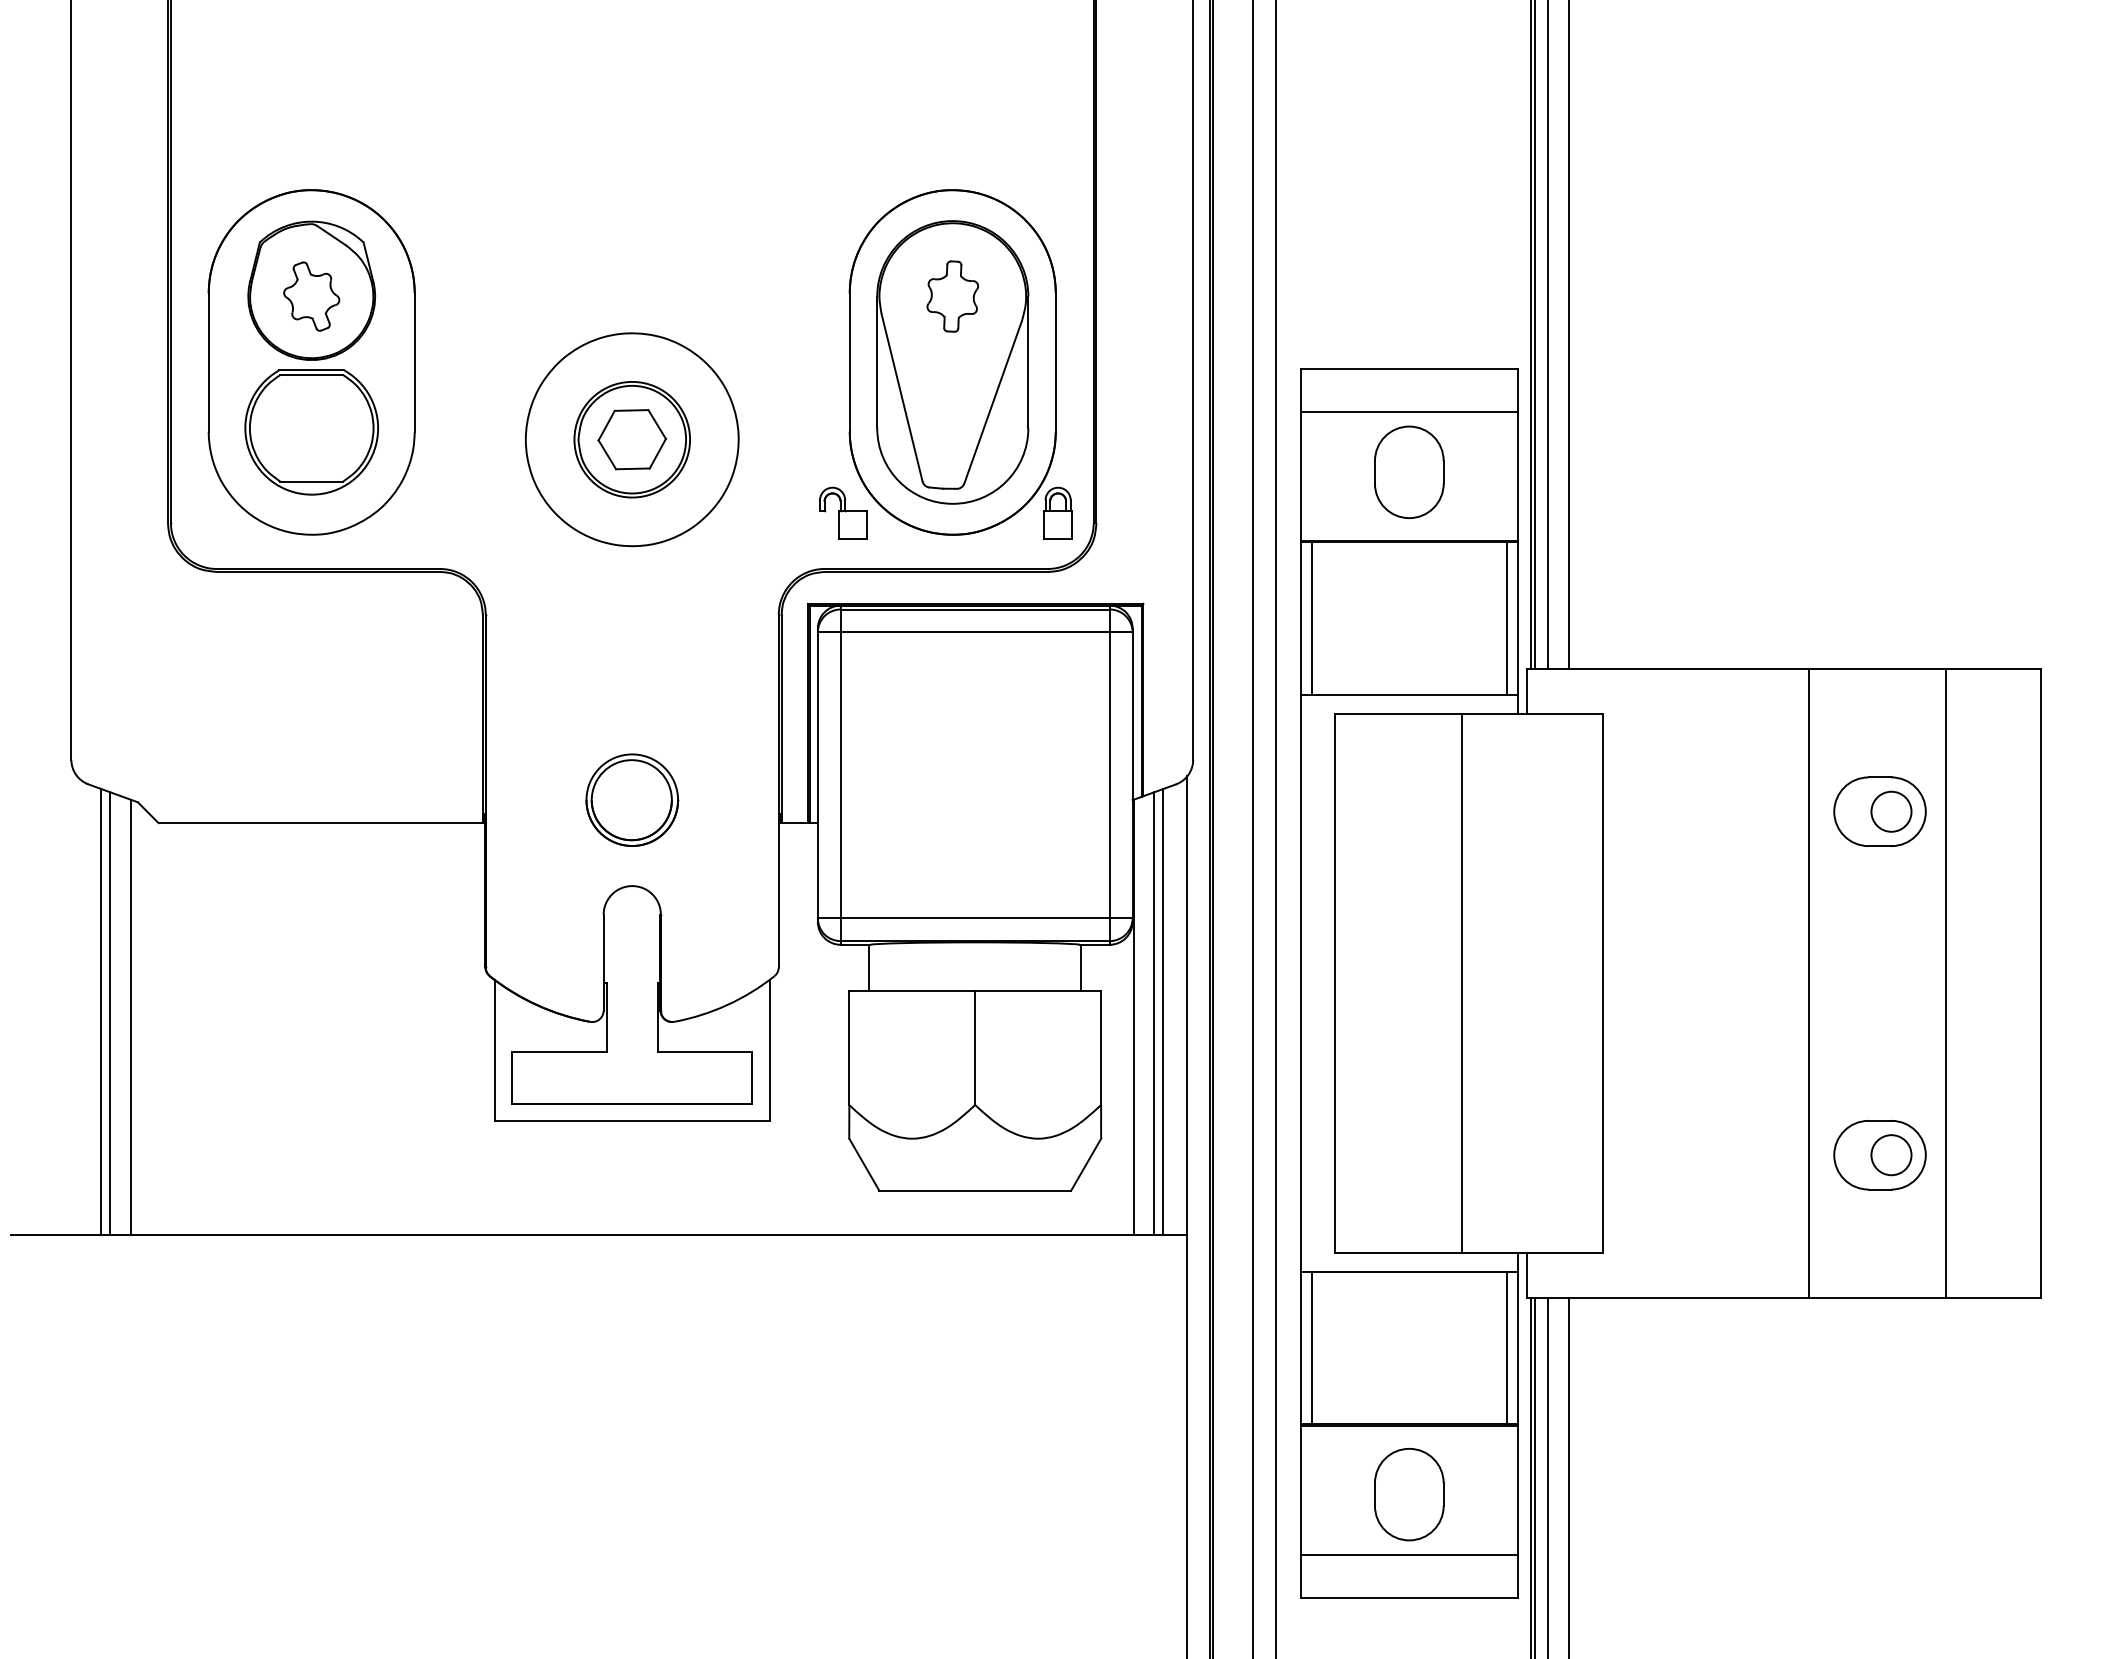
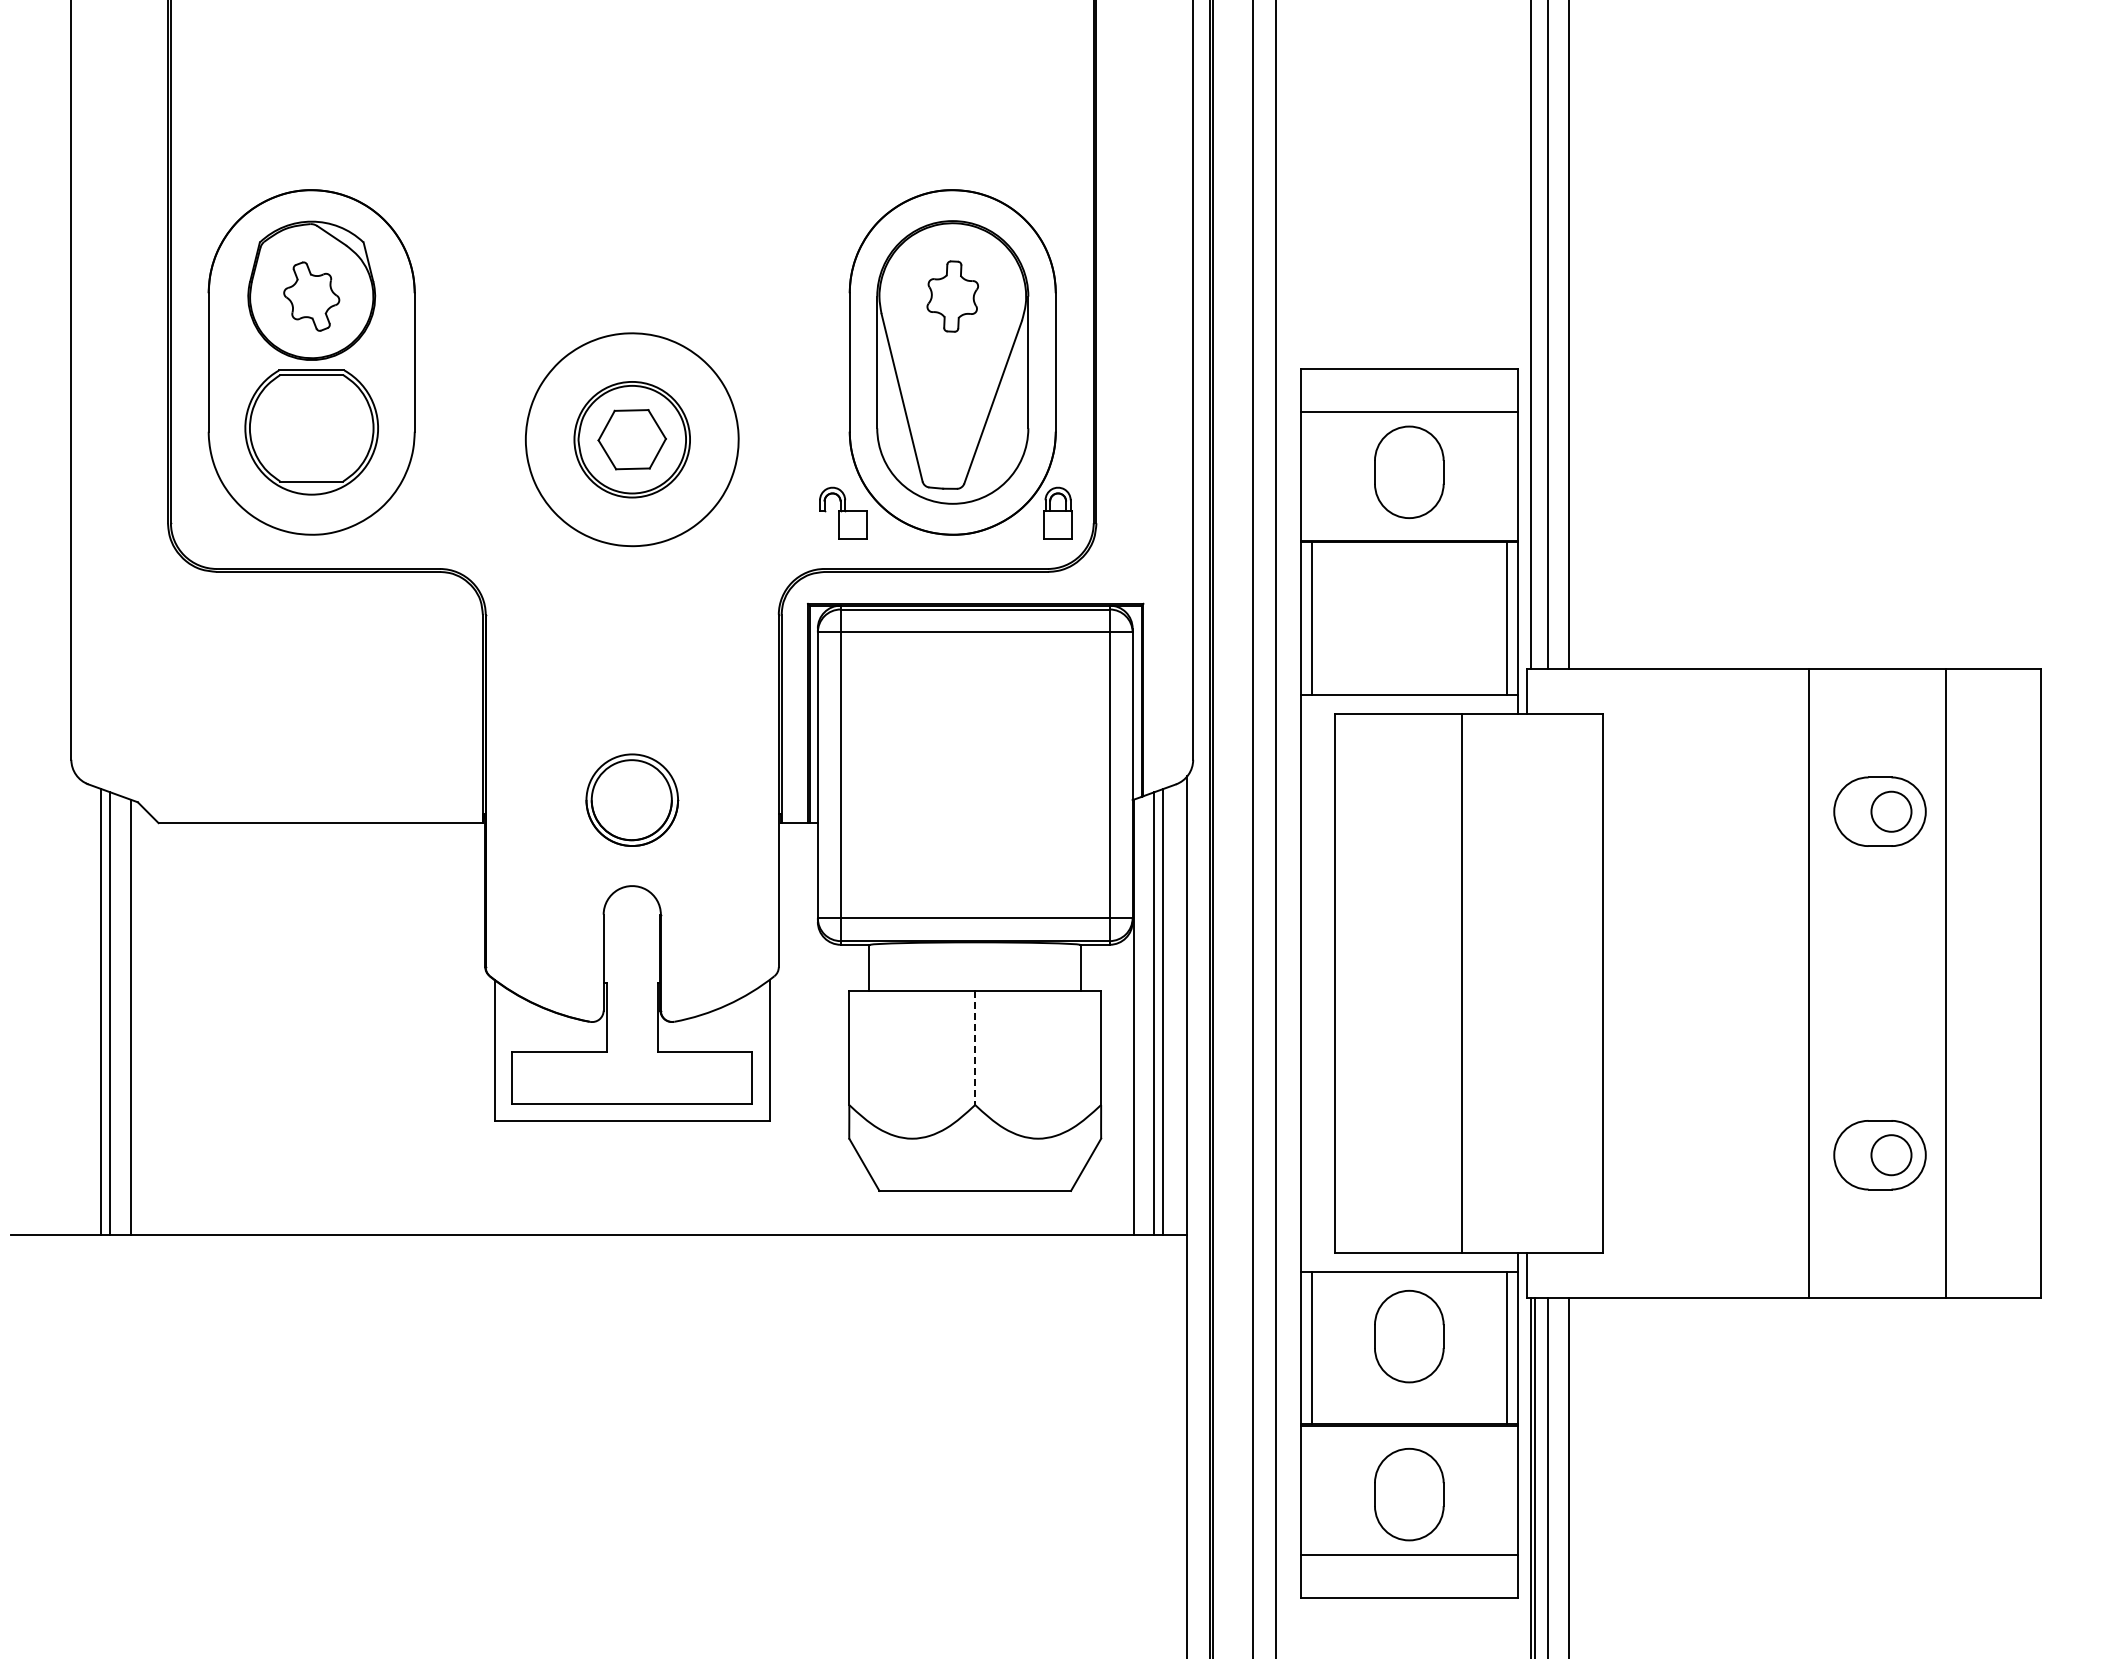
line at (1534, 335): present -> none
line at (975, 1048): solid -> dashed
part at (1409, 1336): none -> present
